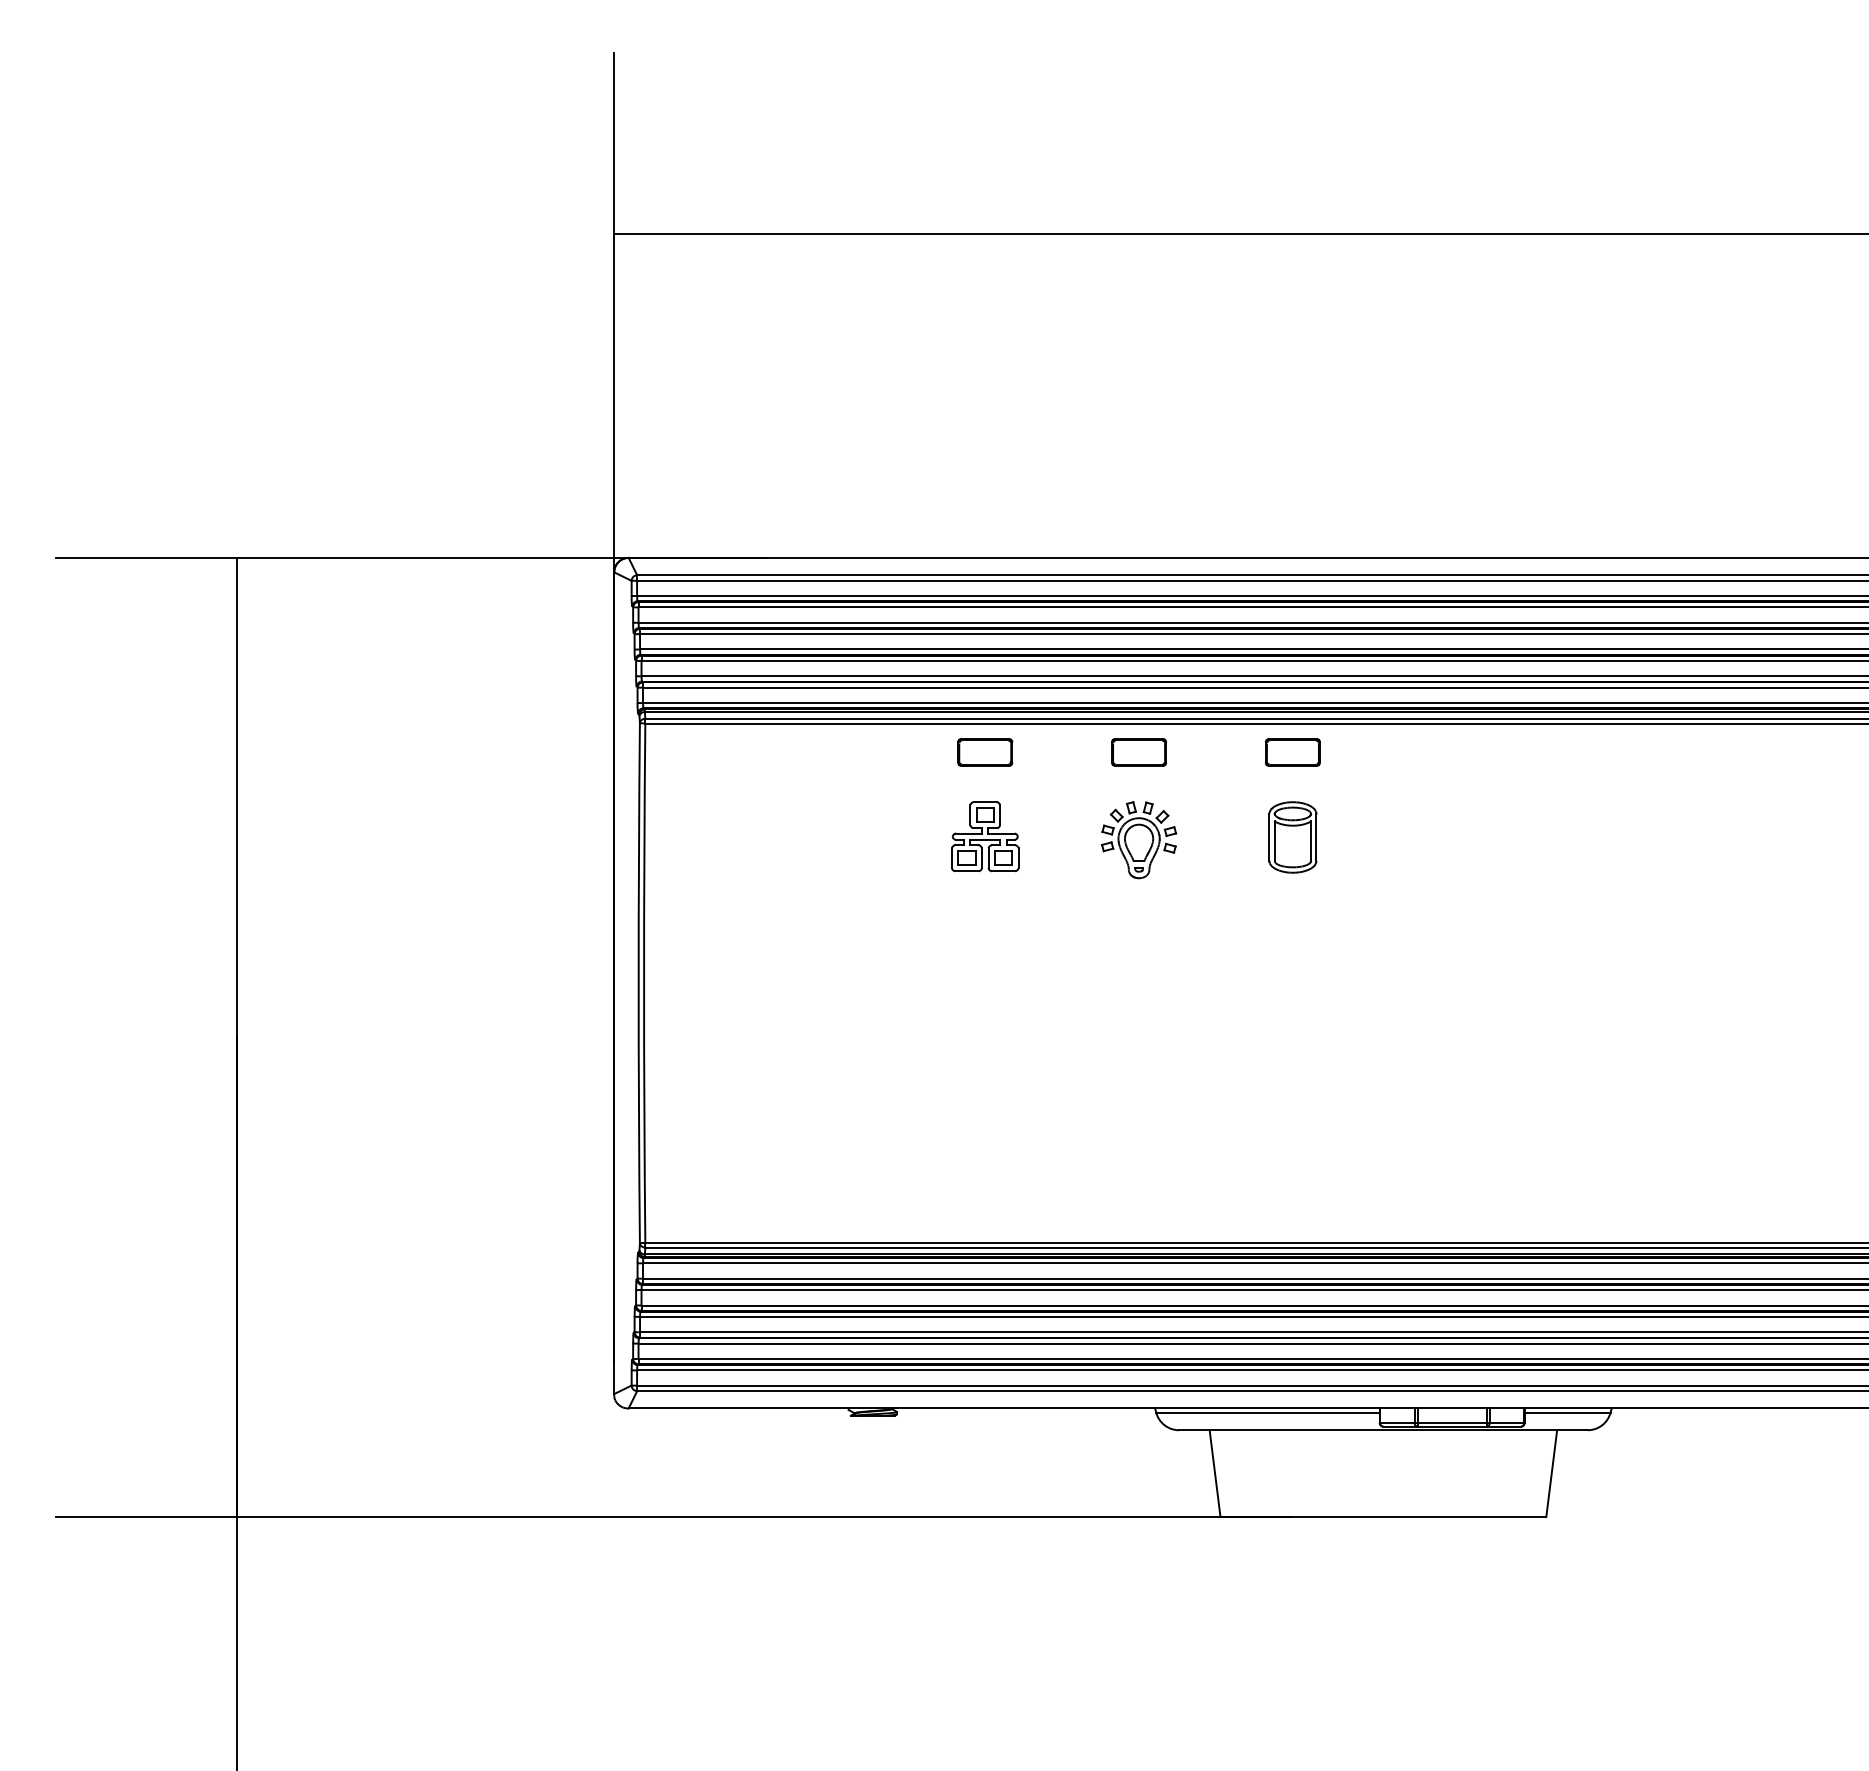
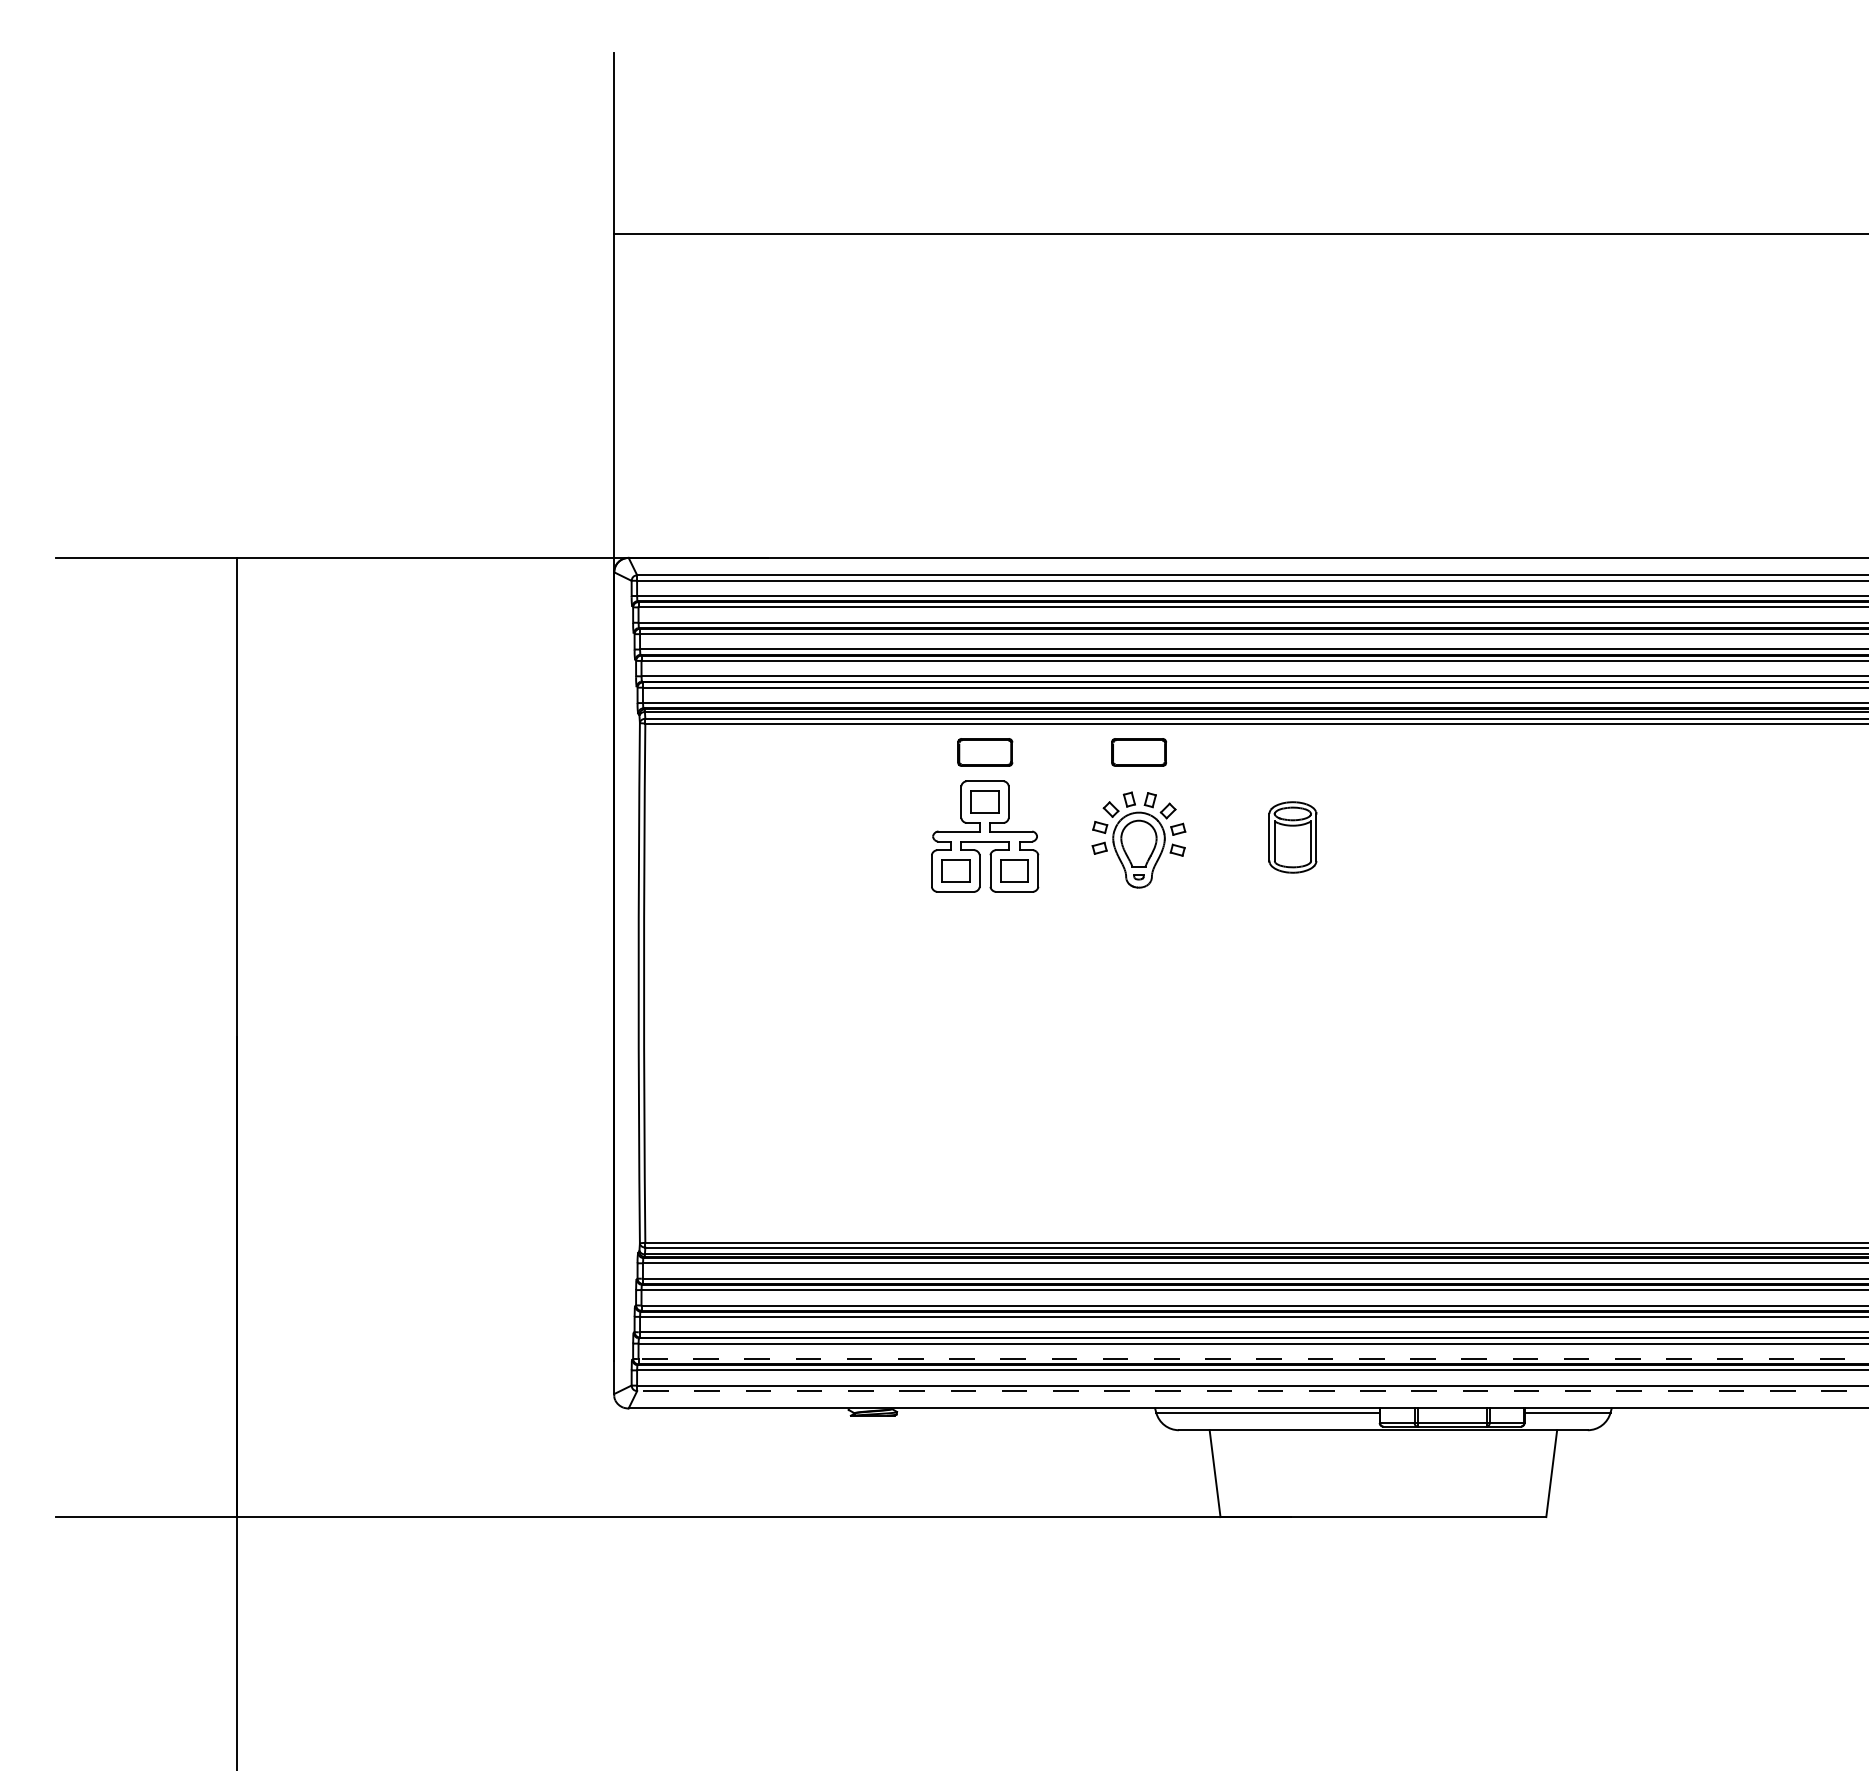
part at (1292, 752): present -> none
part at (985, 836) size: 69x72 px -> 109x113 px
part at (1139, 840) size: 77x79 px -> 96x98 px
line at (1252, 1359): solid -> dashed
line at (1252, 1391): solid -> dashed
